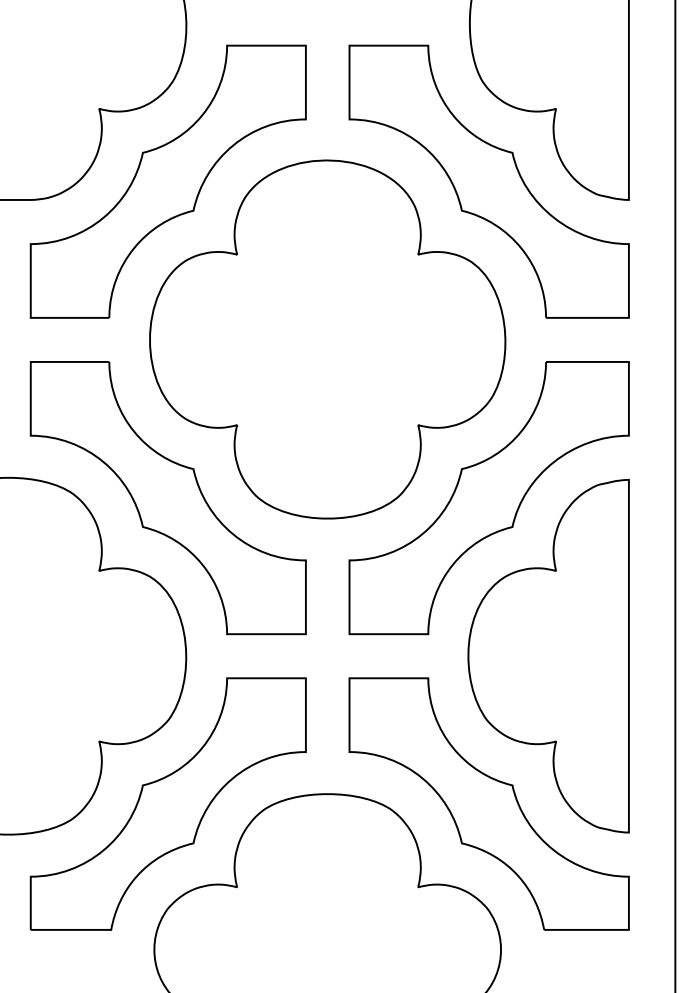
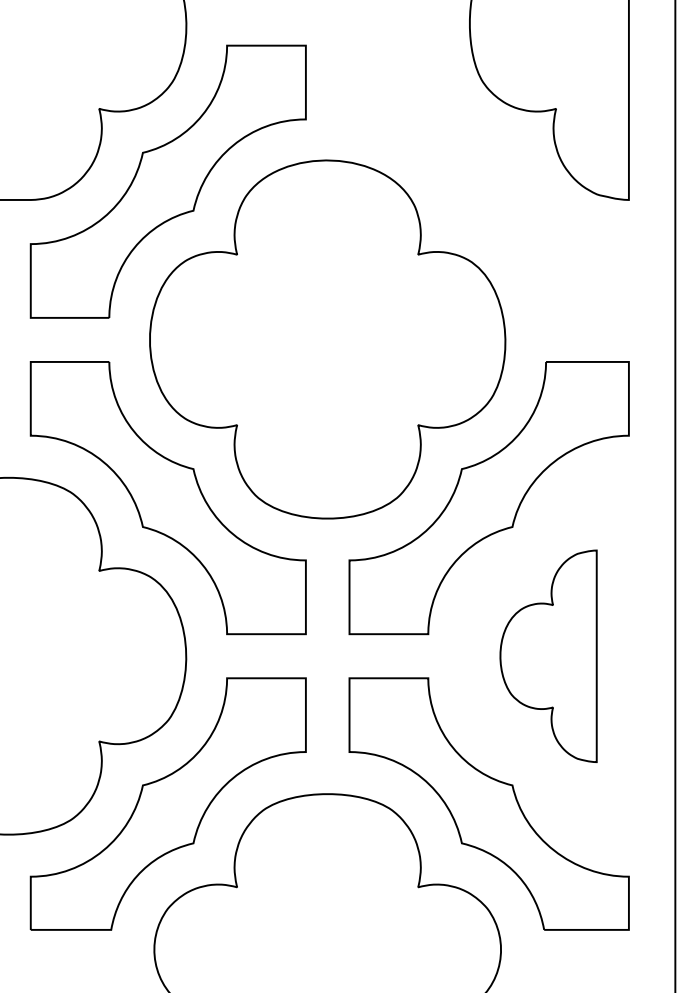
part at (488, 181): present -> none
part at (548, 656) size: 163x355 px -> 99x214 px
